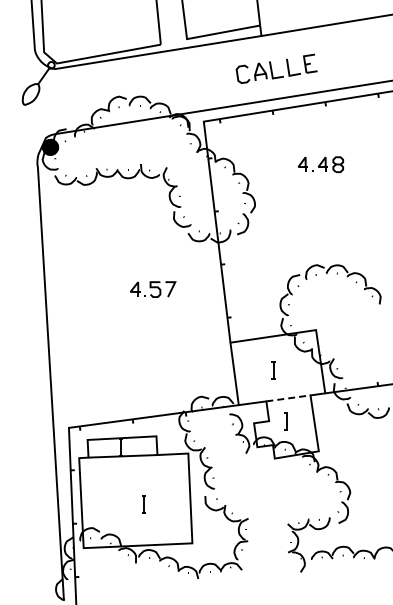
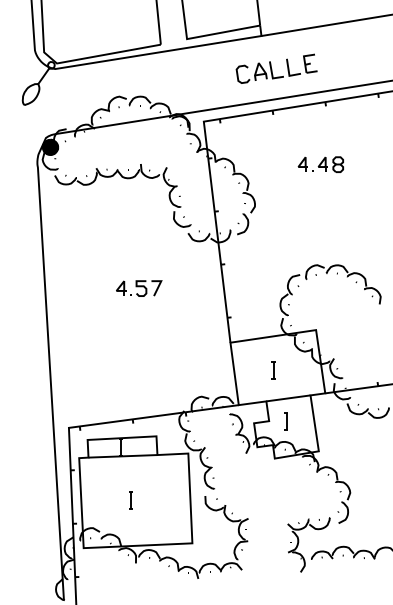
part at (153, 289) position: (153, 289) -> (139, 288)
line at (288, 398): dashed -> solid
line at (143, 504) position: (143, 504) -> (130, 500)
